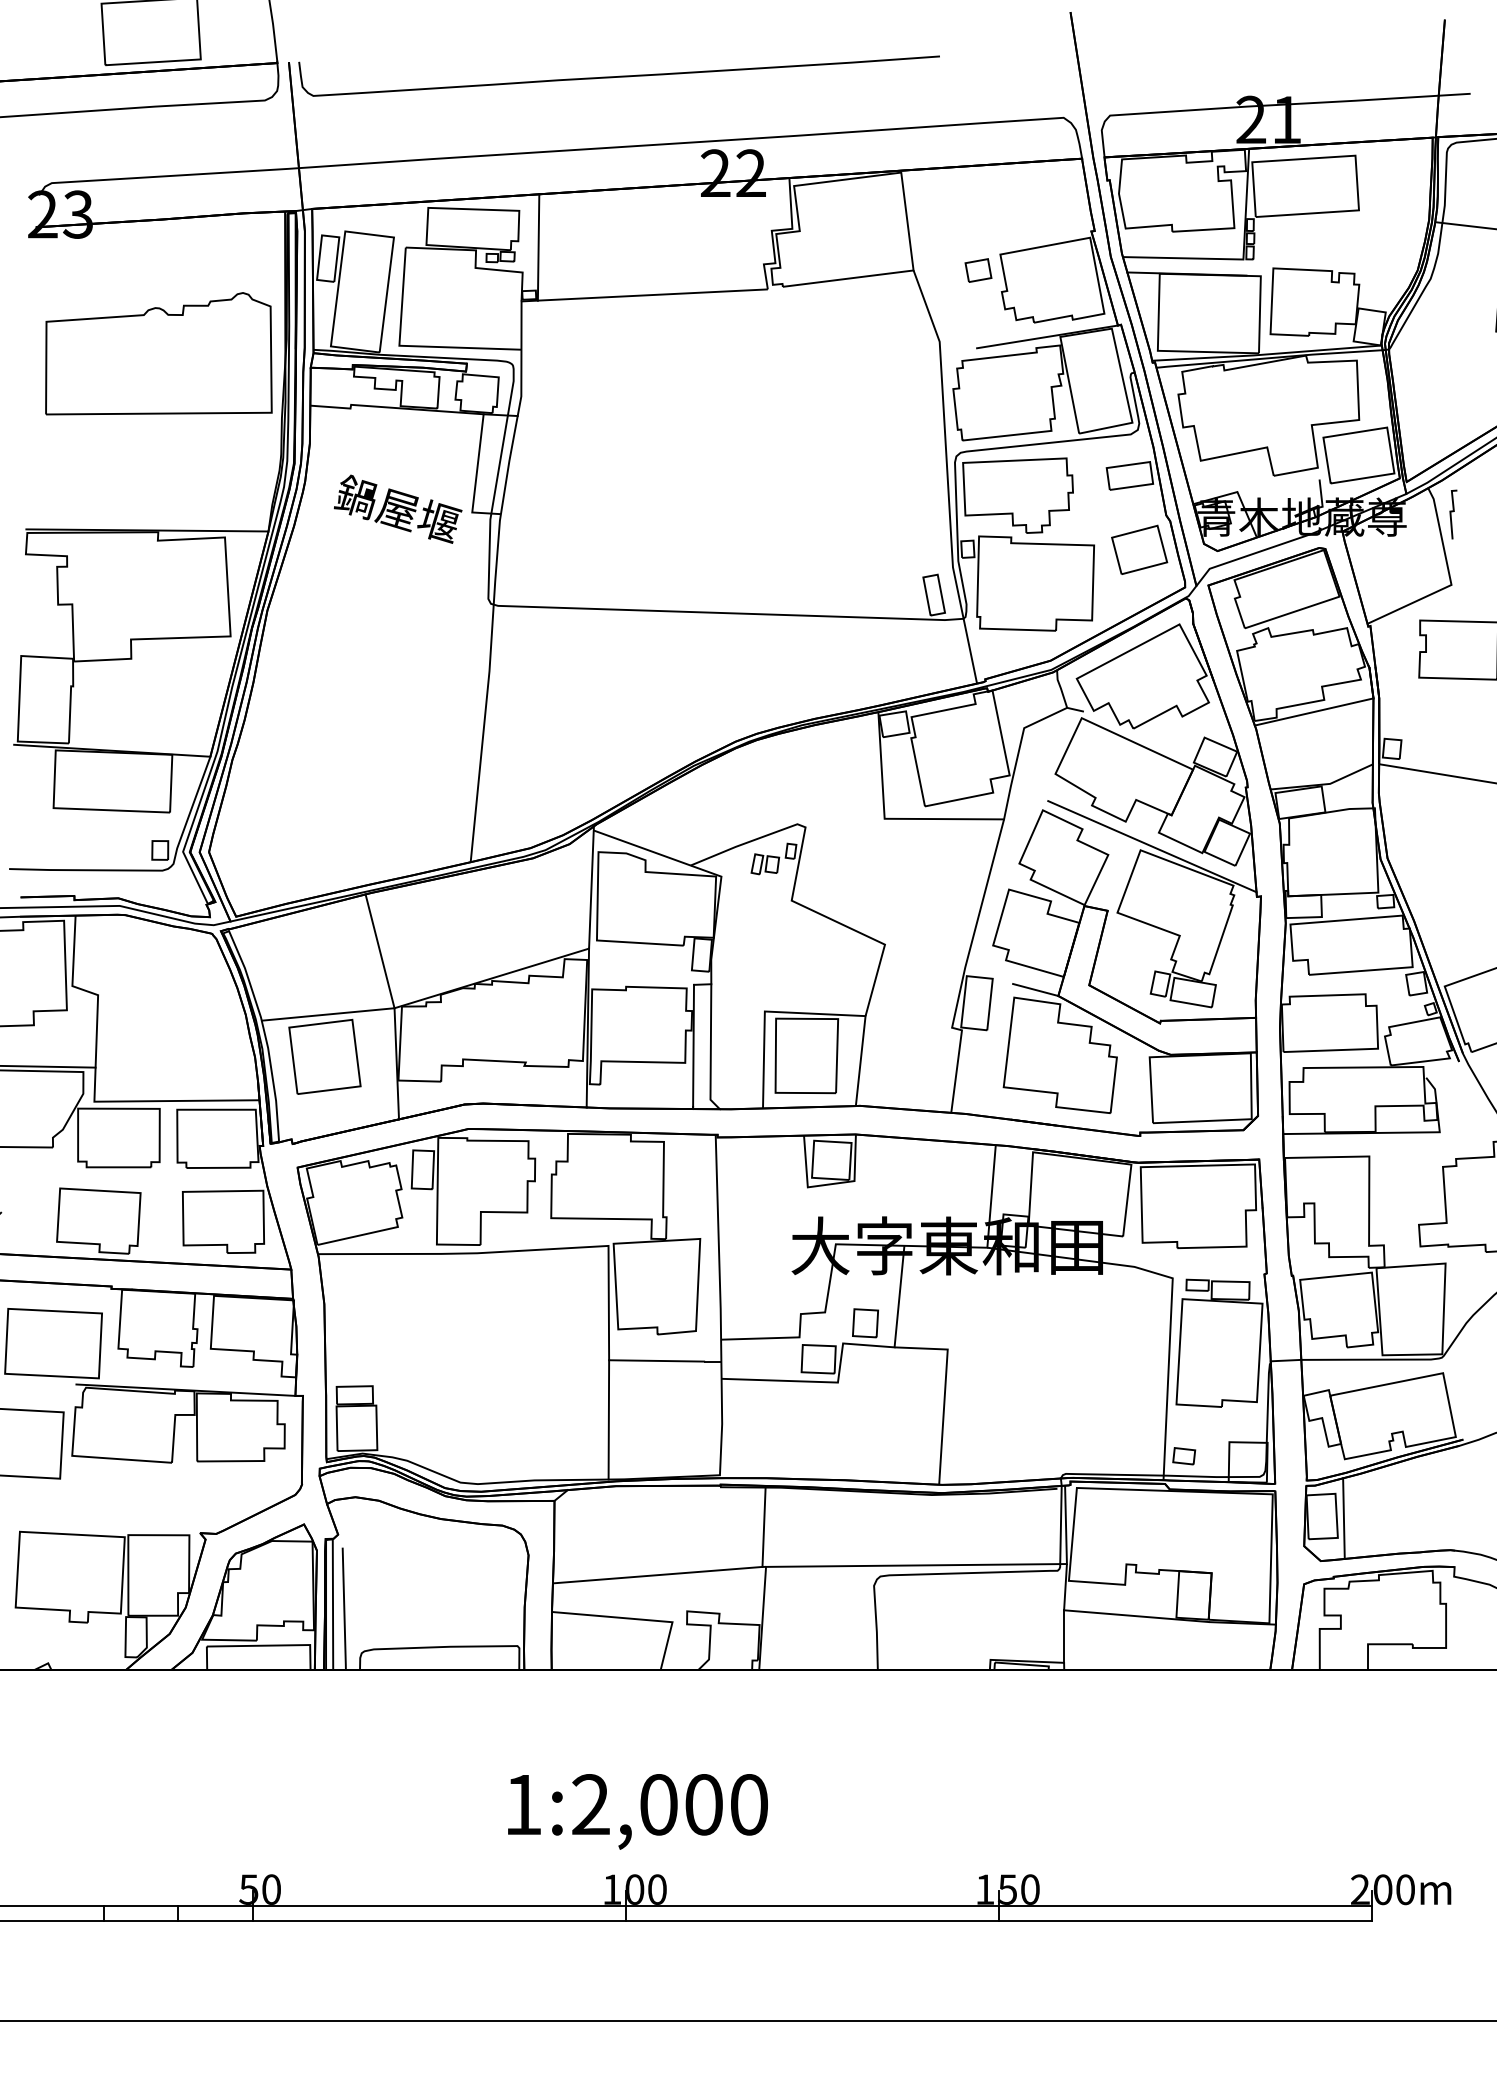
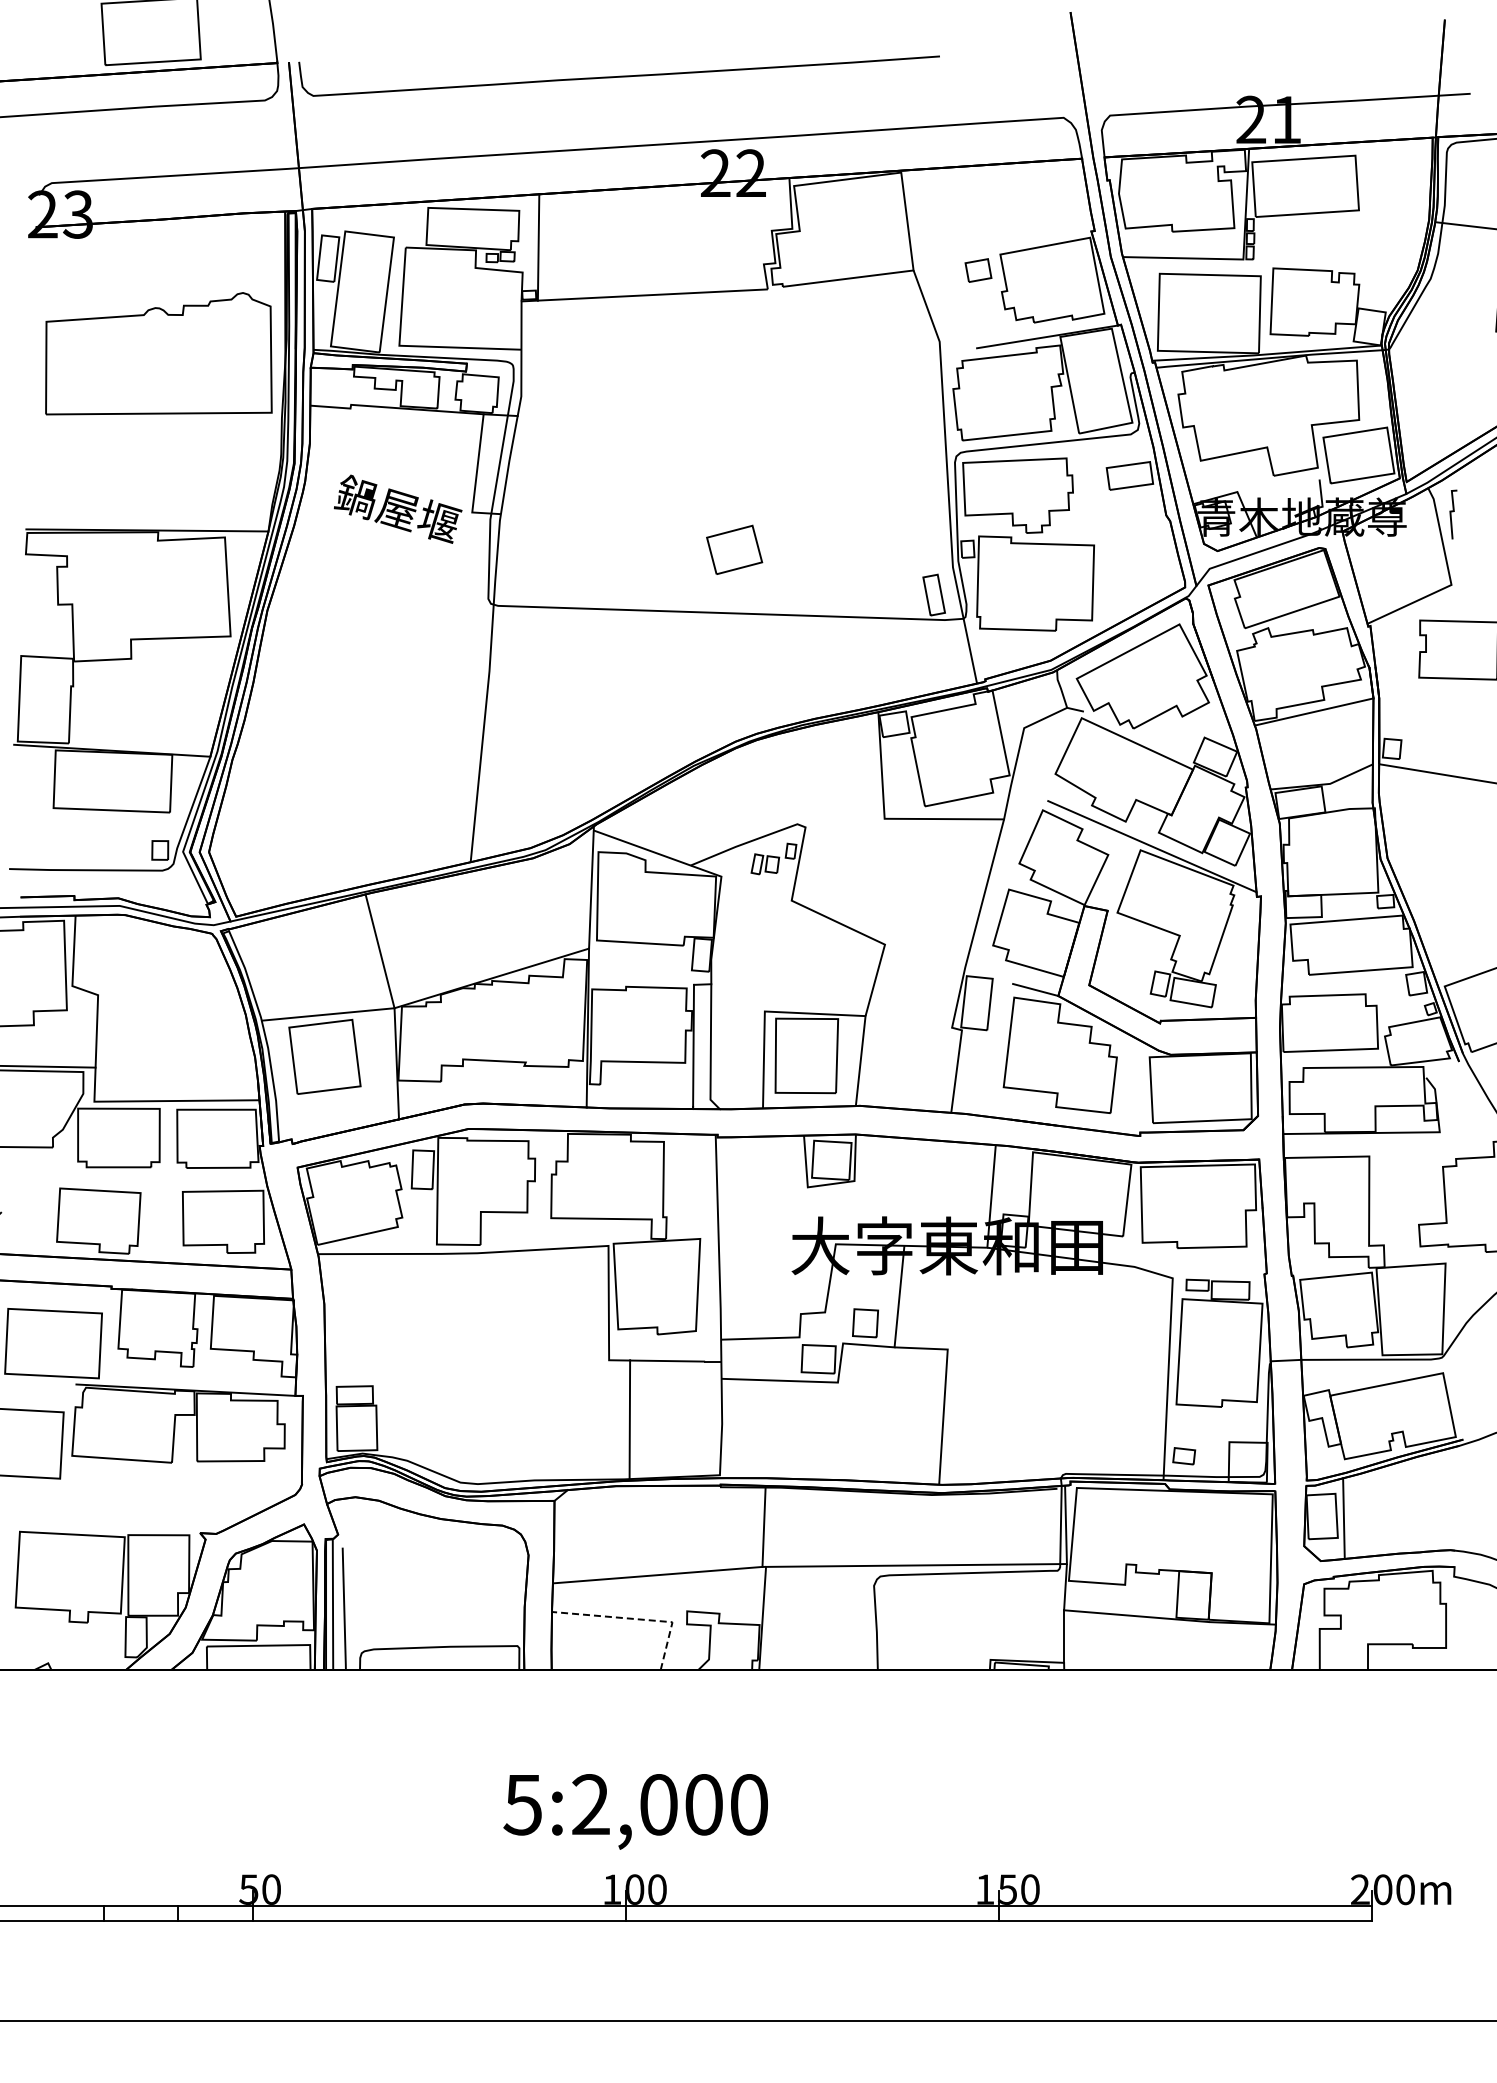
line at (1186, 273): present -> none
part at (1139, 549) position: (1139, 549) -> (734, 549)
line at (608, 1419) position: (608, 1419) -> (629, 1419)
line at (637, 1619): solid -> dashed
text at (522, 1805): 1:2,000 -> 5:2,000
